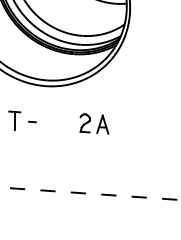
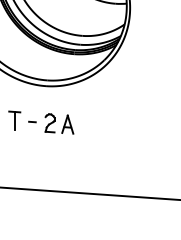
part at (94, 123) position: (94, 123) -> (59, 123)
line at (90, 193): dashed -> solid
